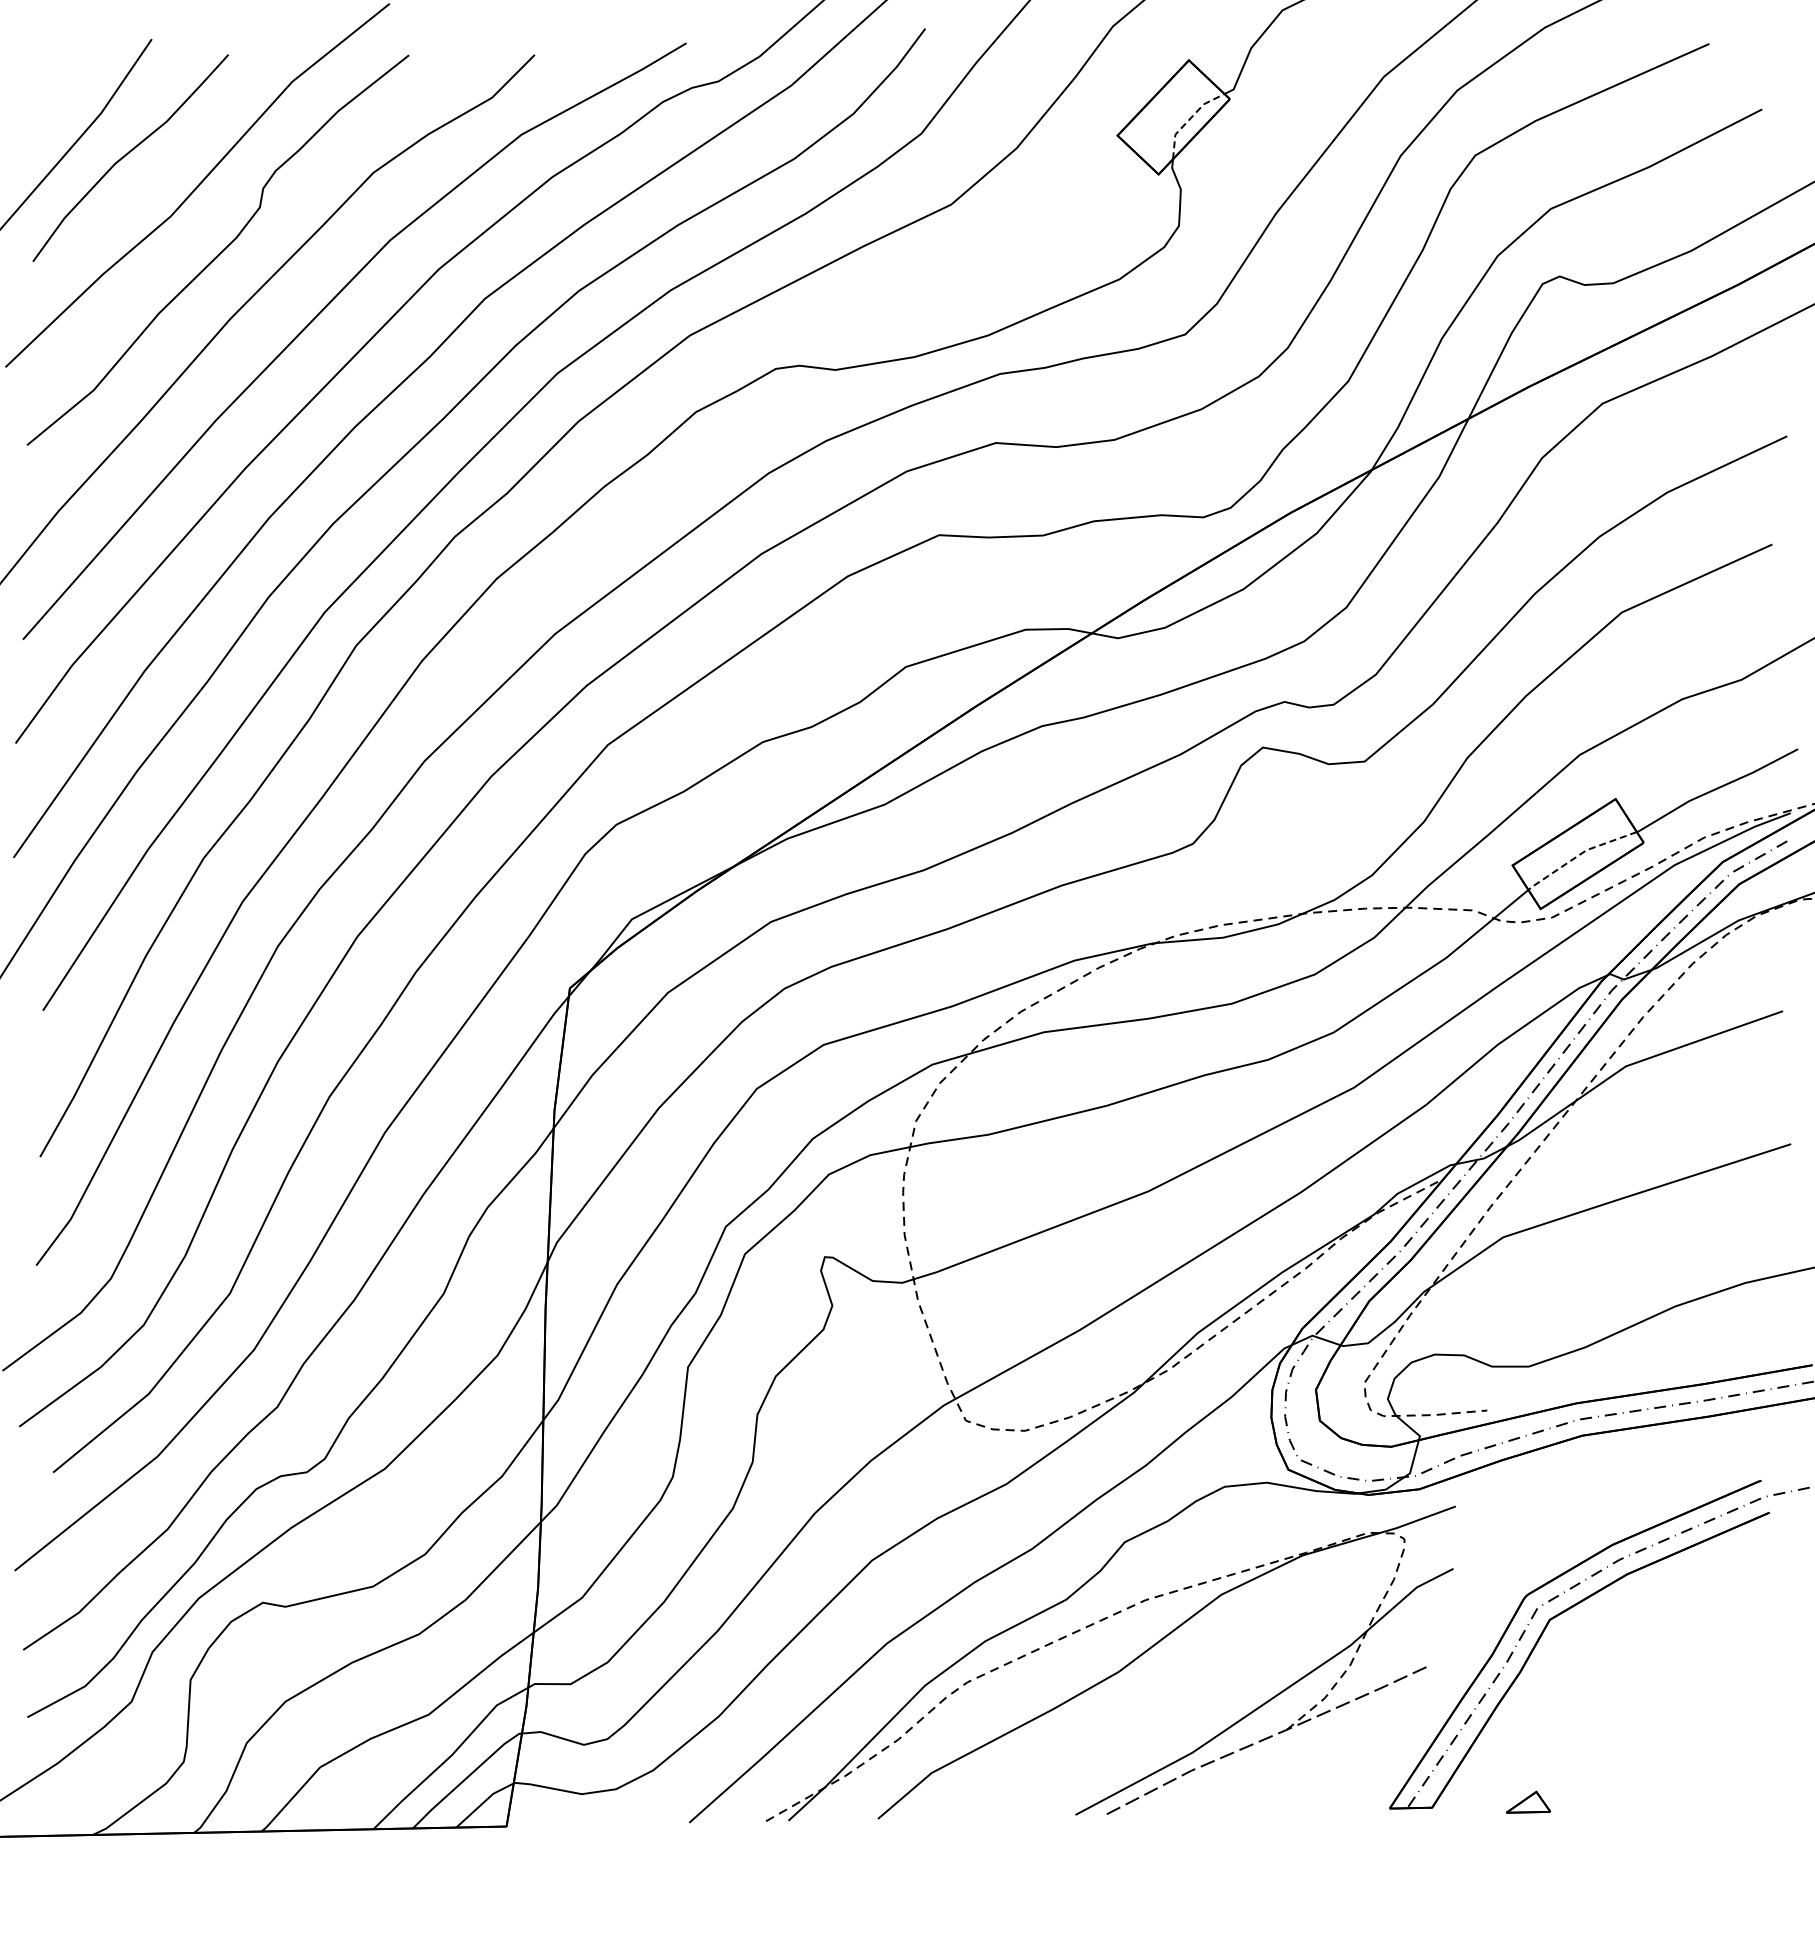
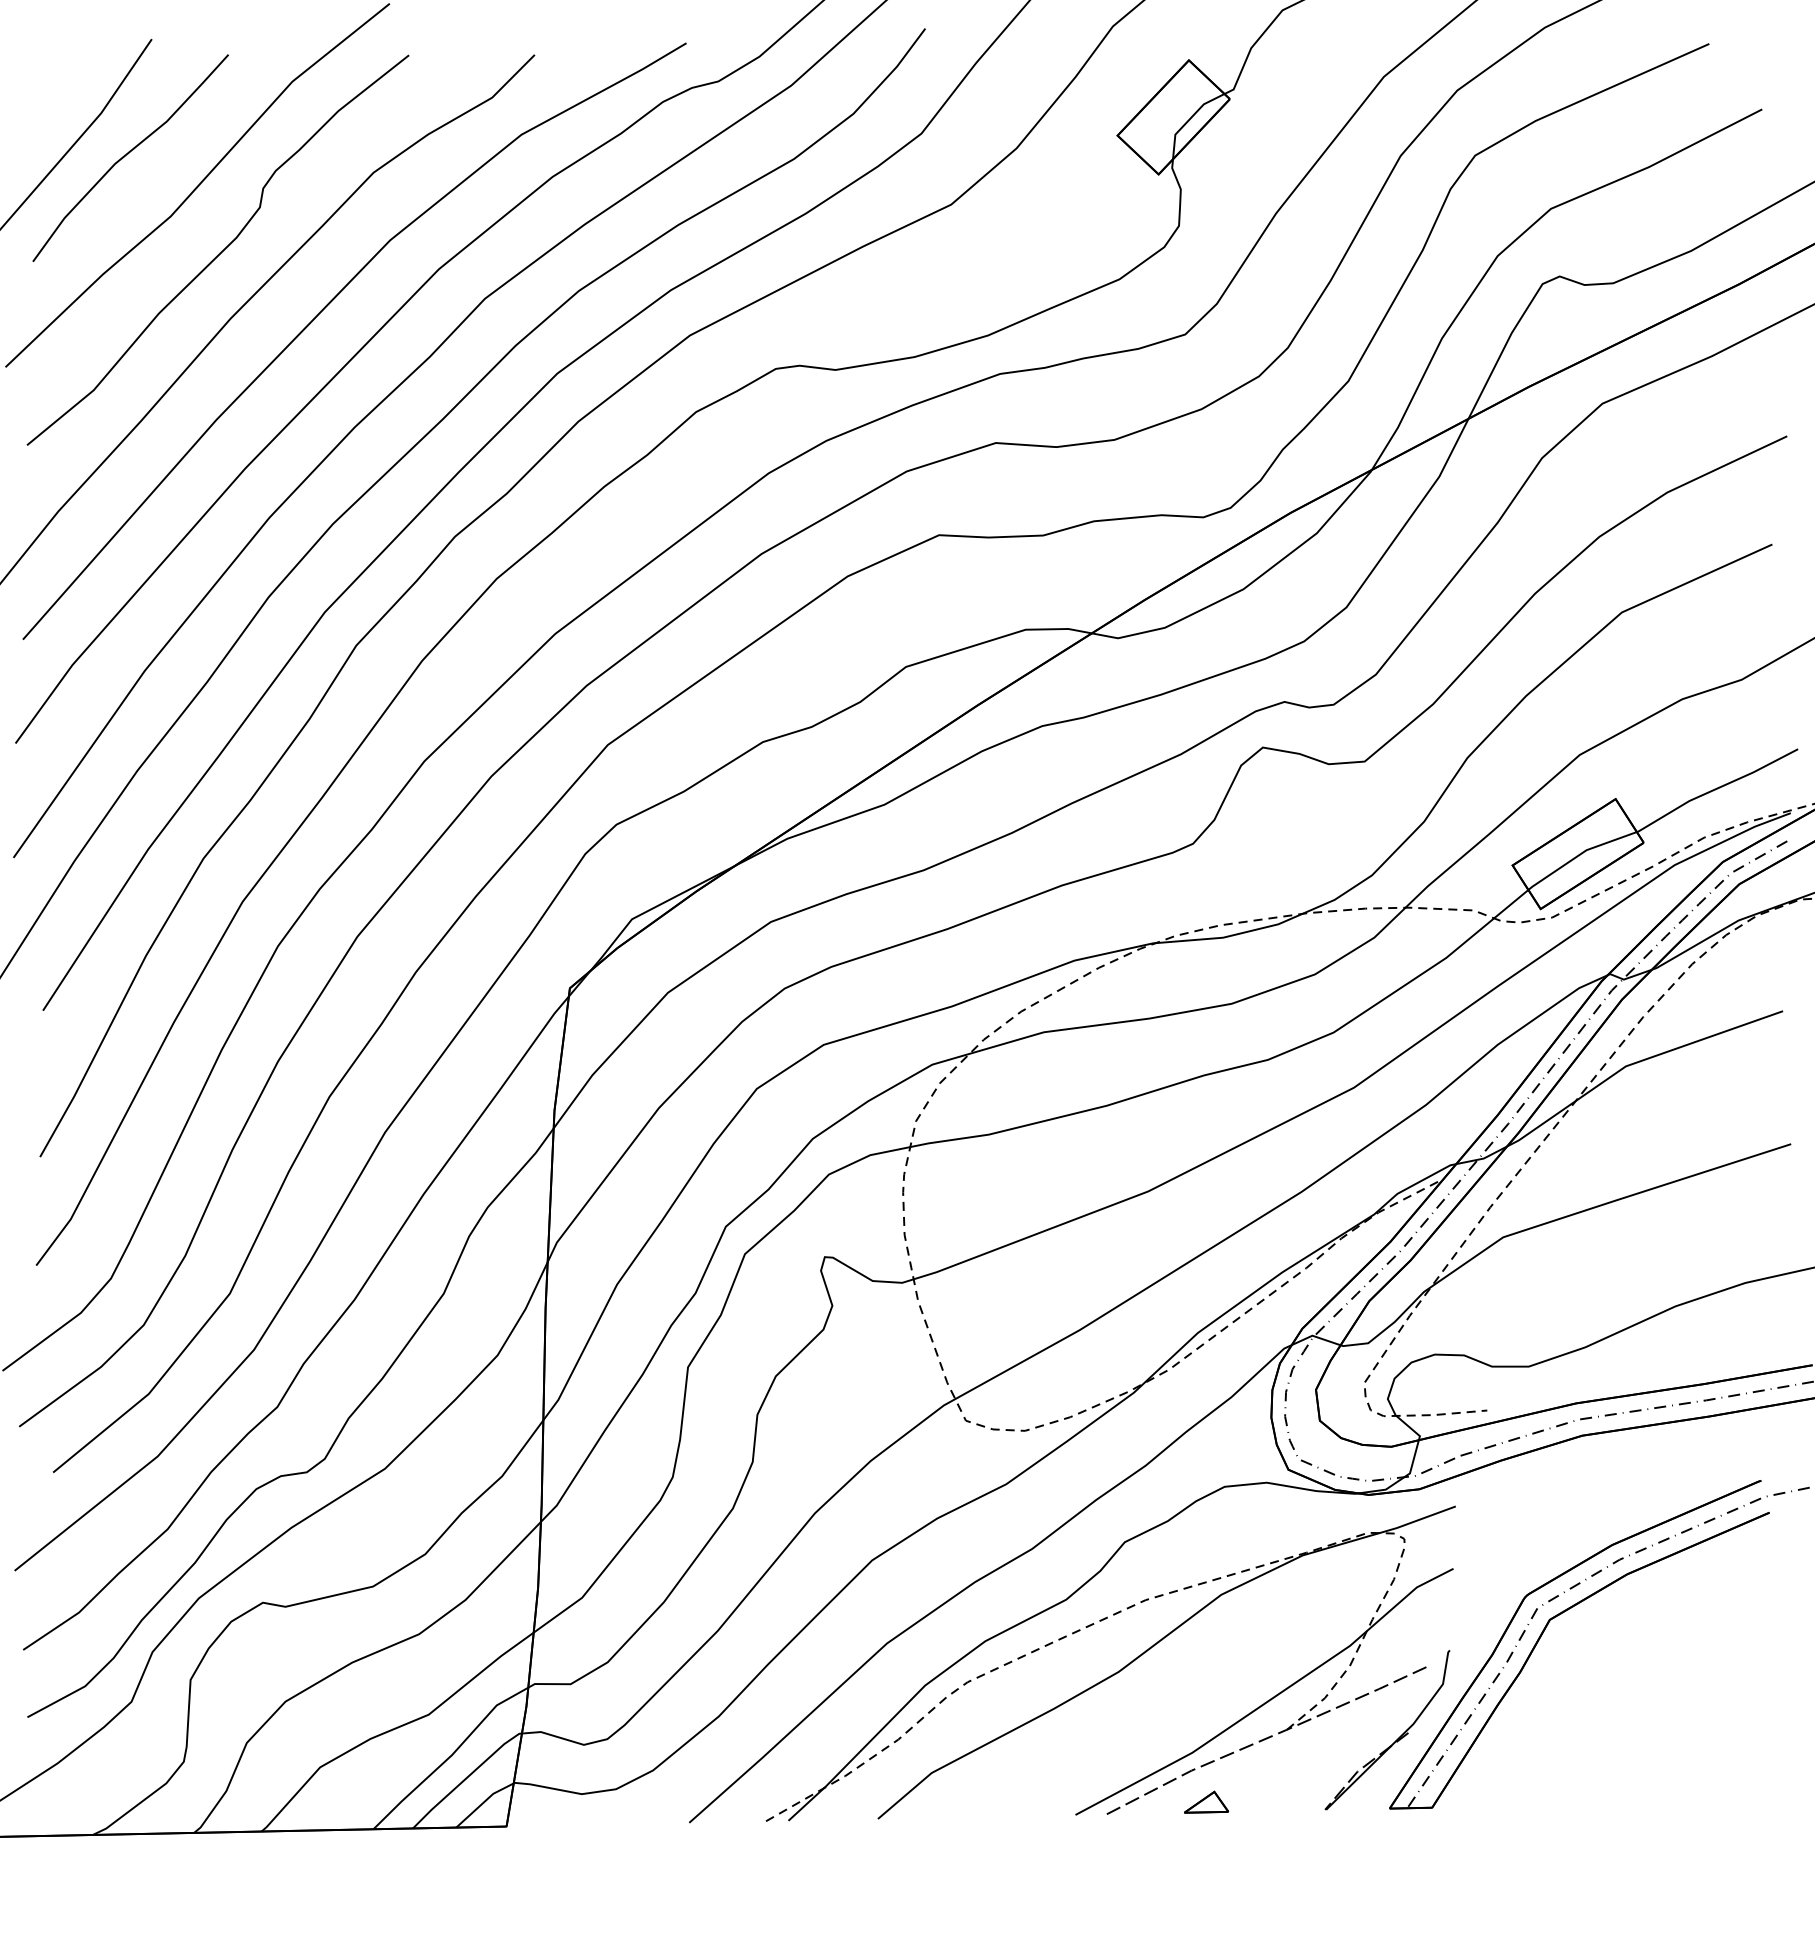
line at (1188, 120): dashed -> solid
line at (1579, 855): dashed -> solid
part at (1396, 1739): none -> present
part at (1528, 1801) position: (1528, 1801) -> (1206, 1801)
